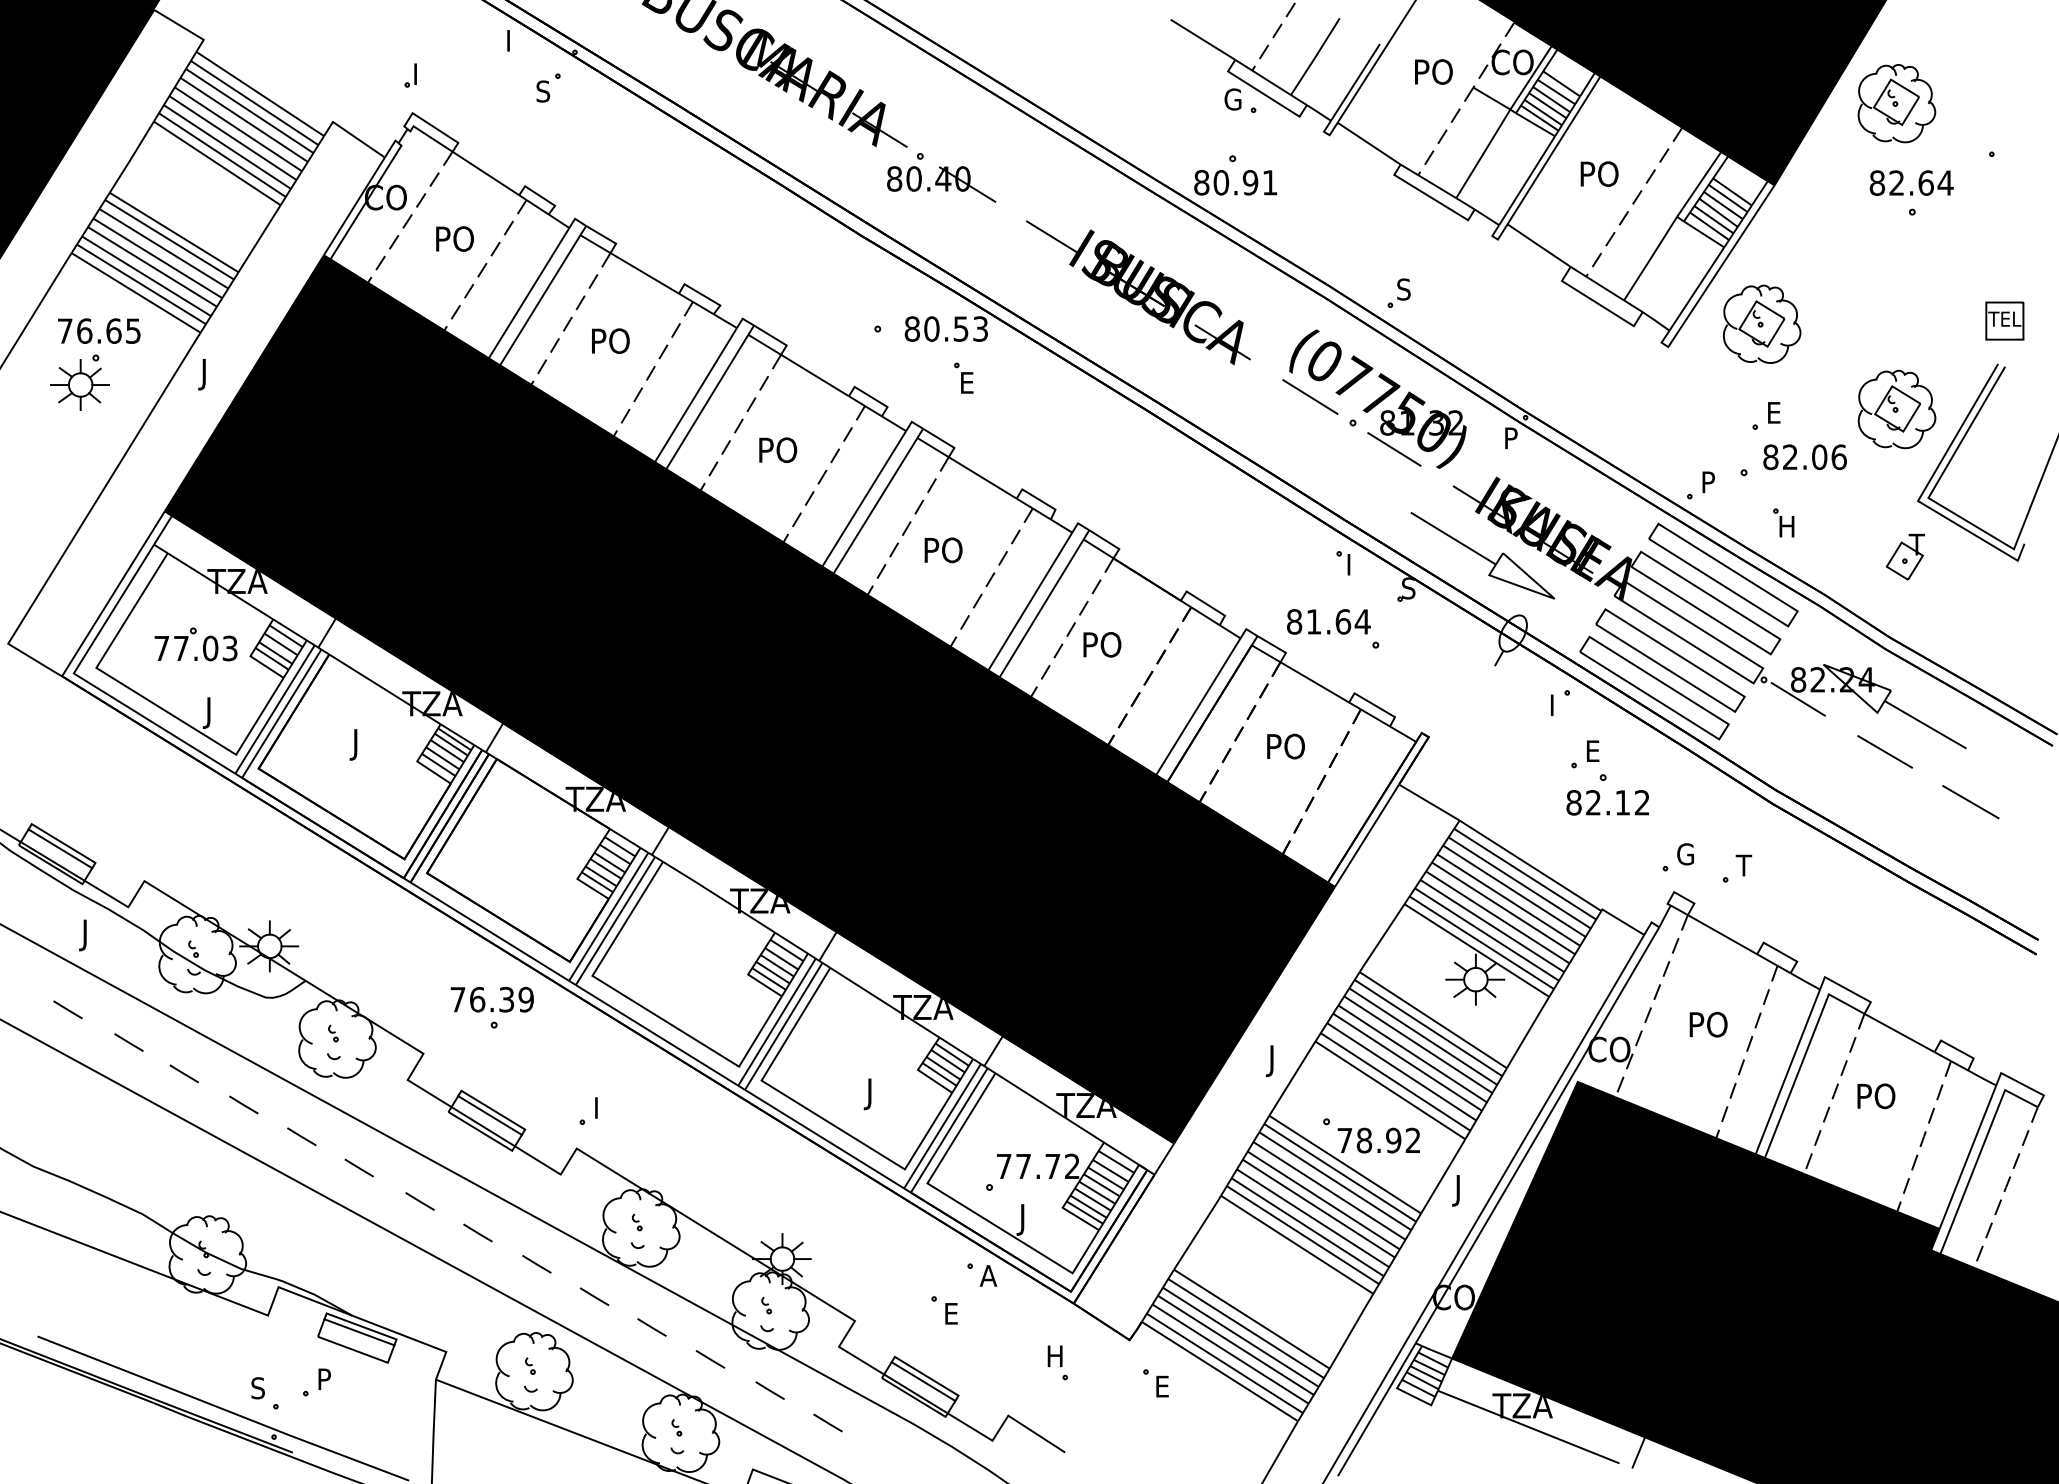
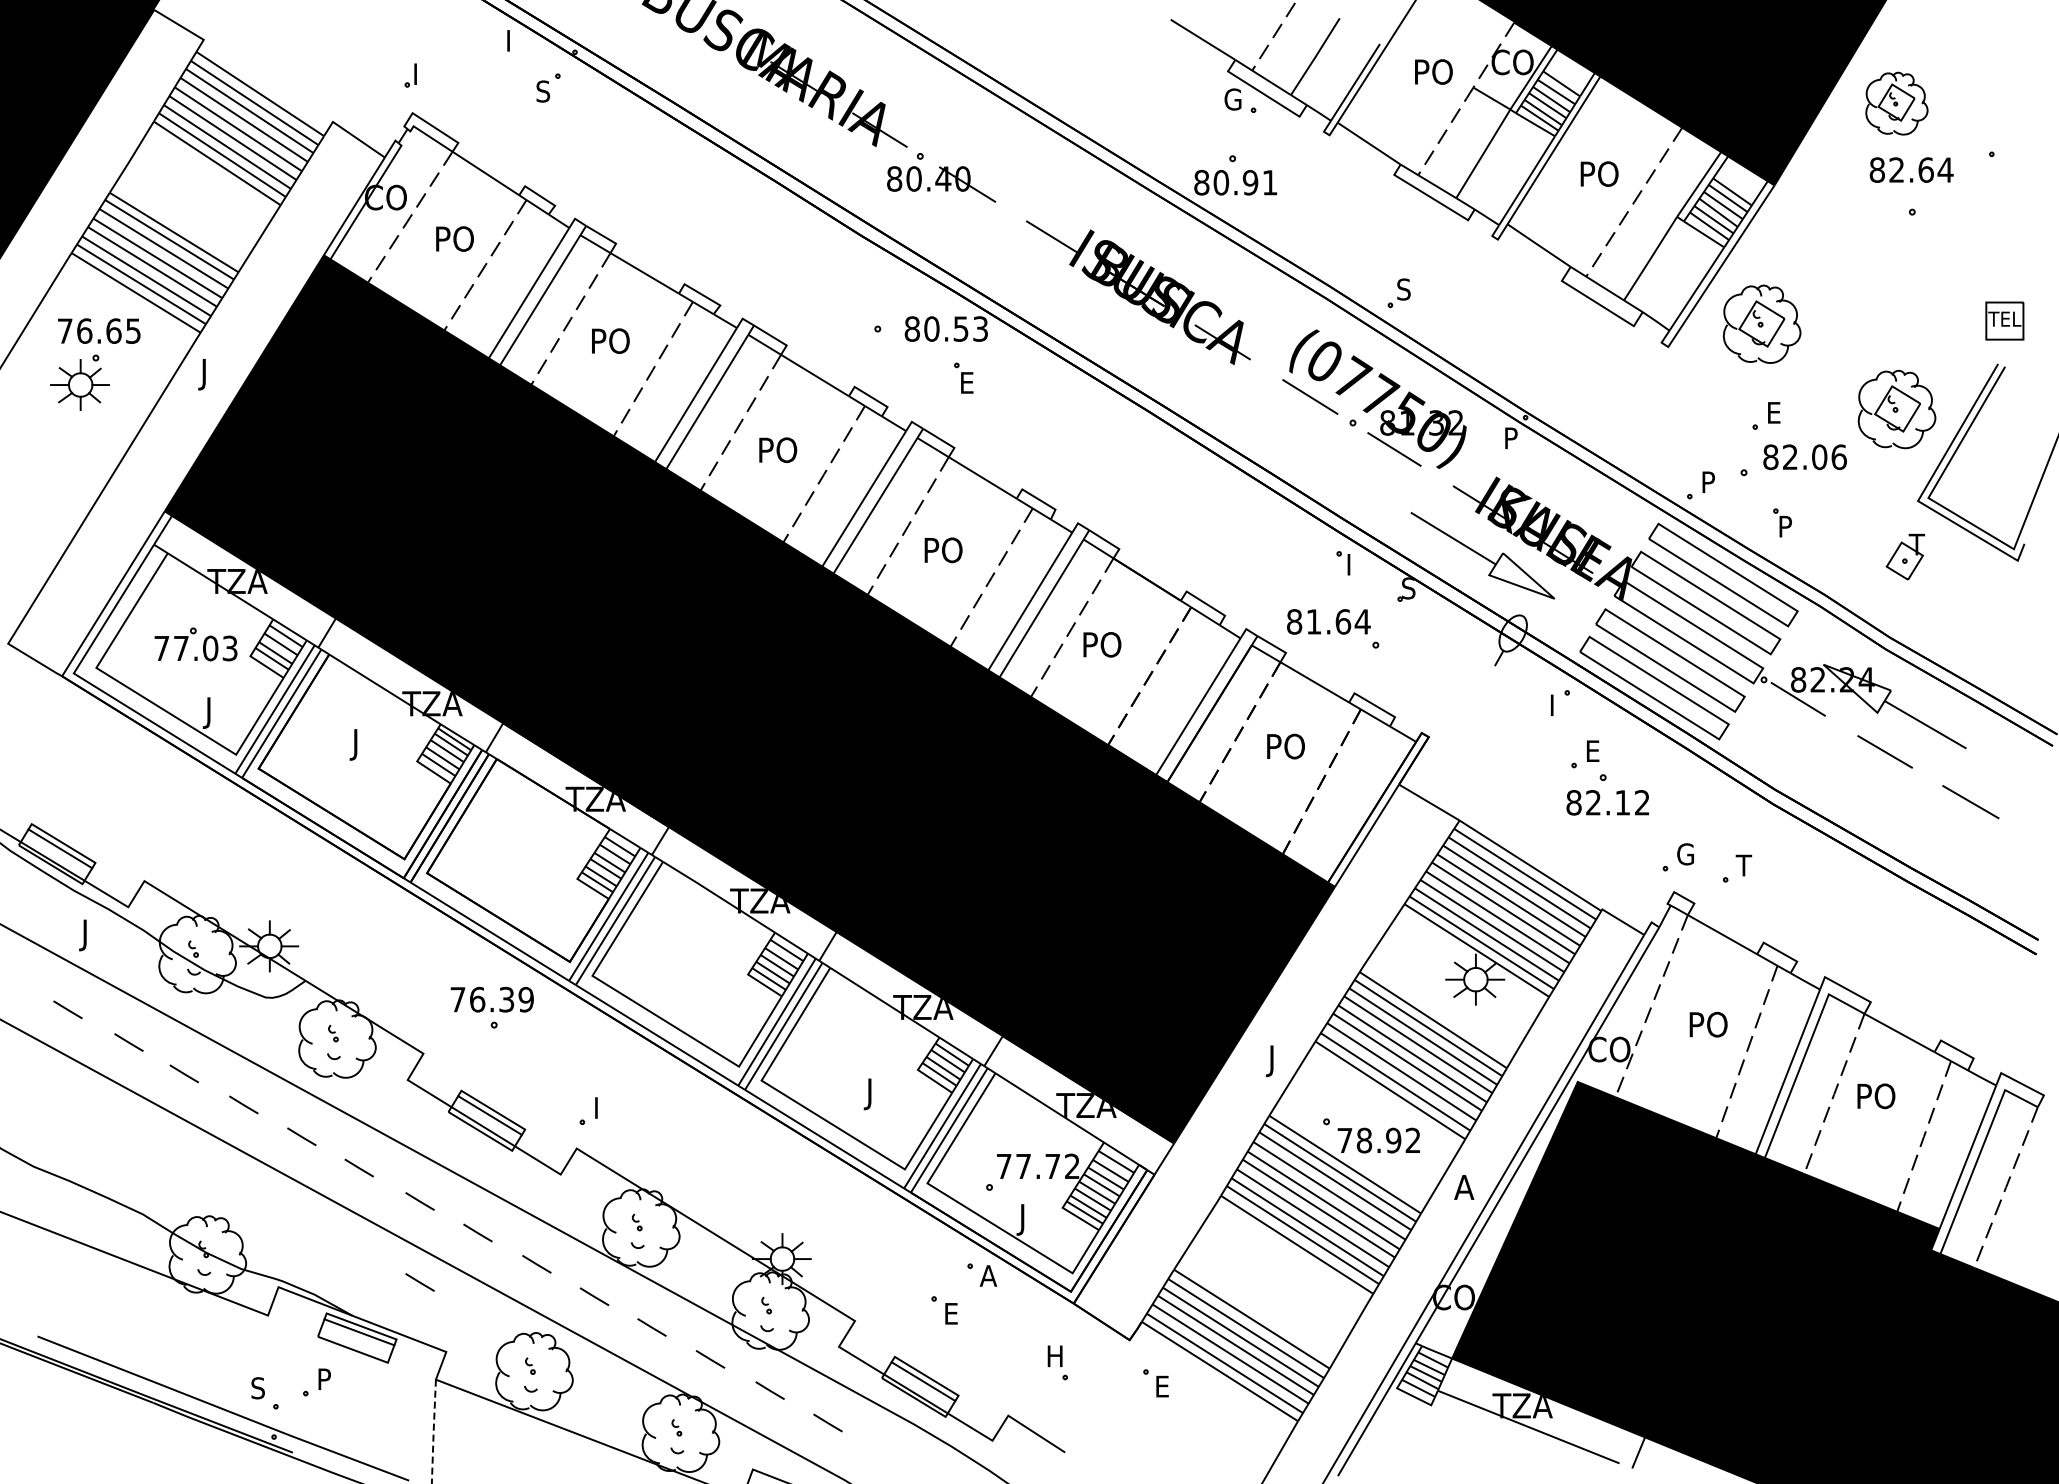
part at (1896, 103) size: 80x80 px -> 64x65 px
text at (1911, 182) position: (1911, 182) -> (1911, 169)
text at (1788, 526): H -> P
text at (1463, 1190): J -> A
line at (419, 1282): none -> present
line at (433, 1431): solid -> dashed
